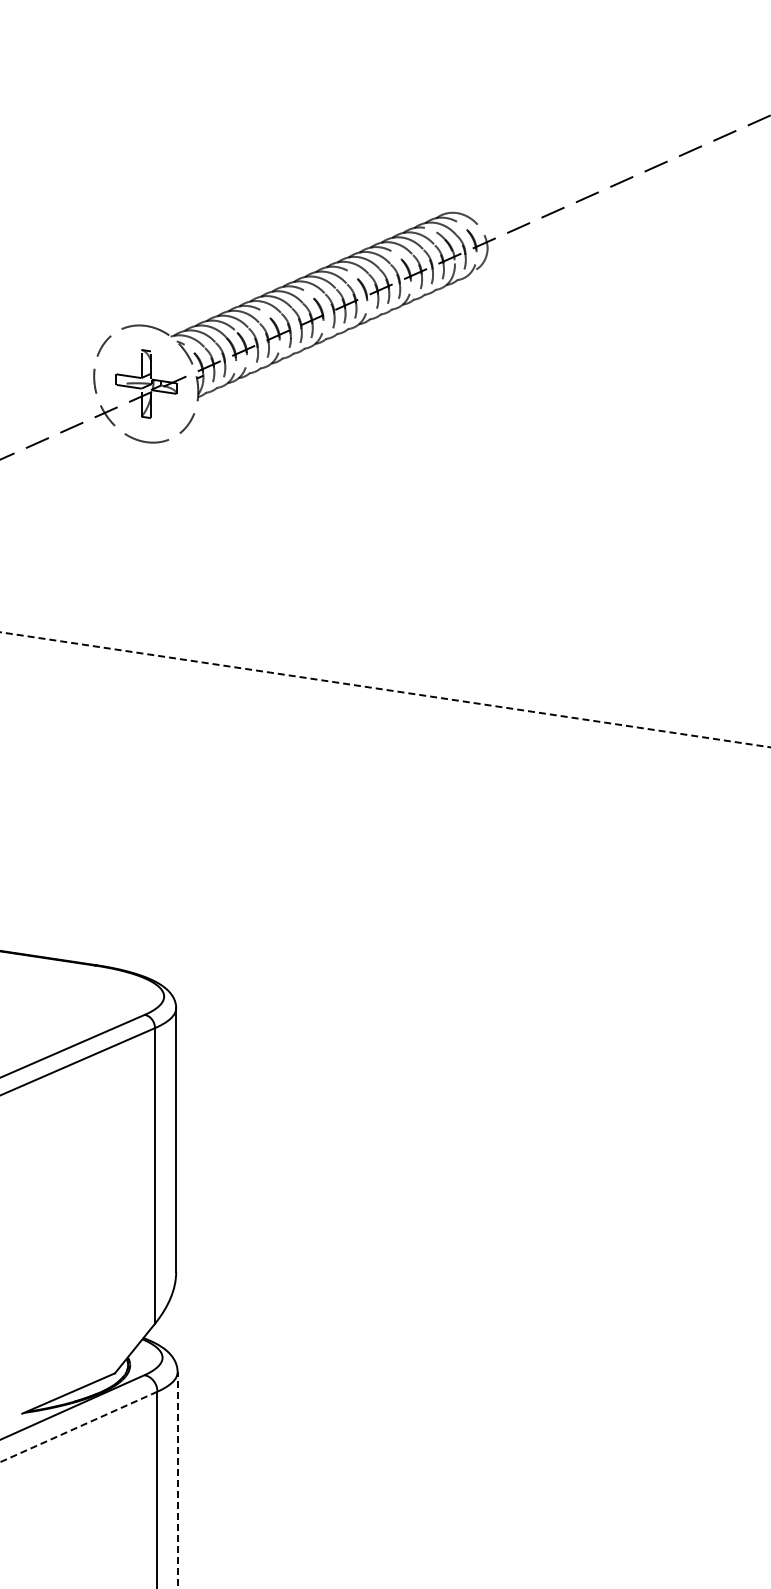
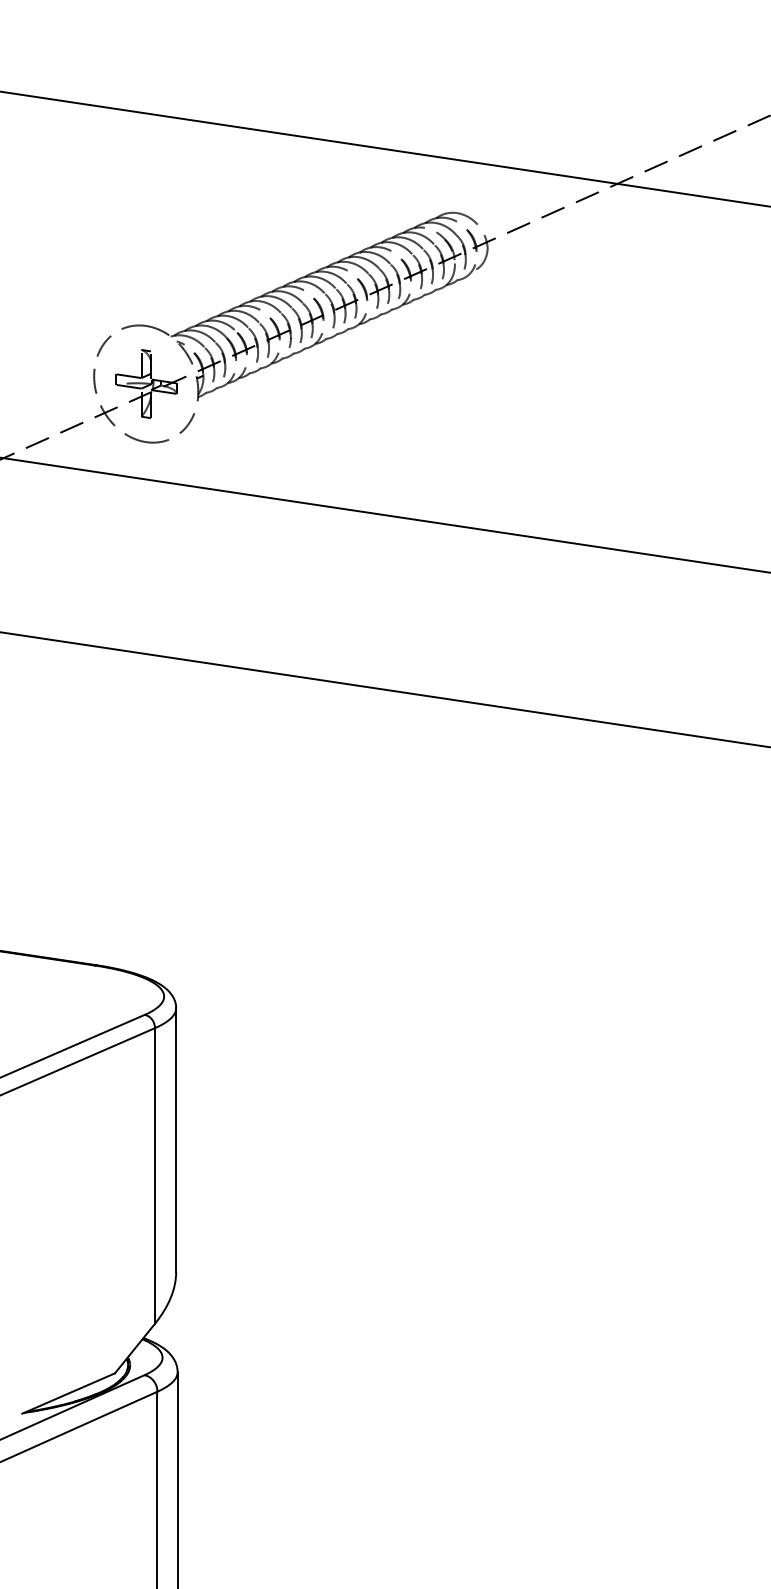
line at (384, 148): none -> present
line at (384, 514): none -> present
line at (385, 689): dashed -> solid
line at (79, 1426): dashed -> solid
line at (177, 1480): dashed -> solid
